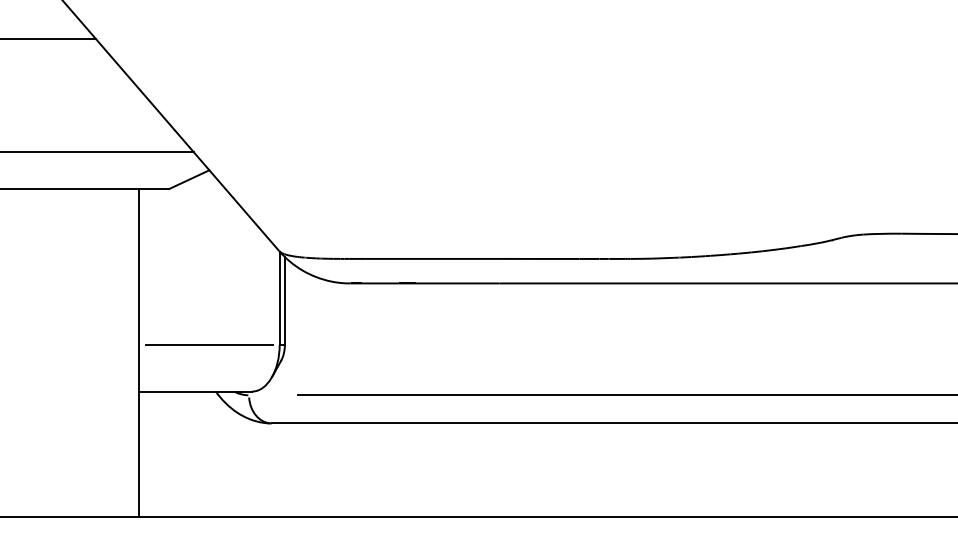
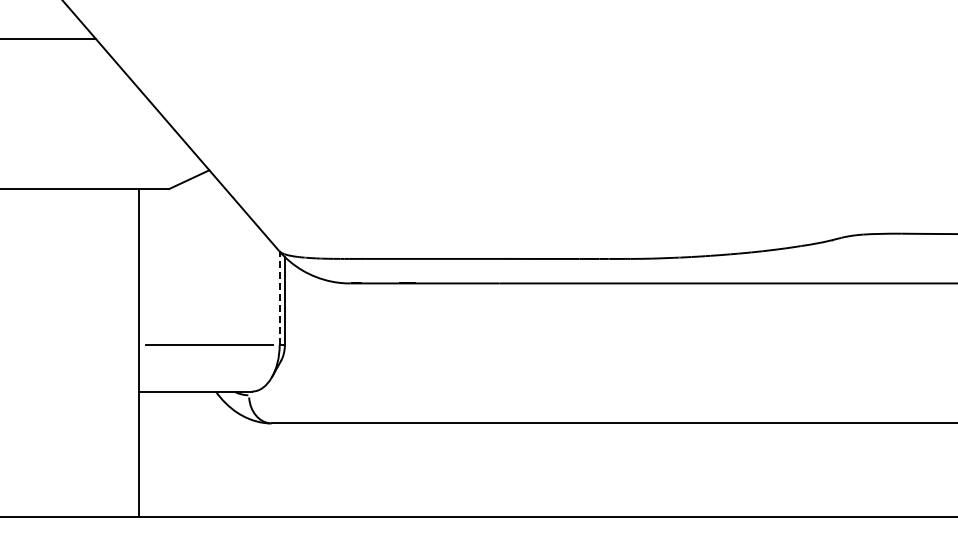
line at (97, 151): present -> none
line at (279, 298): solid -> dashed
line at (626, 395): present -> none
